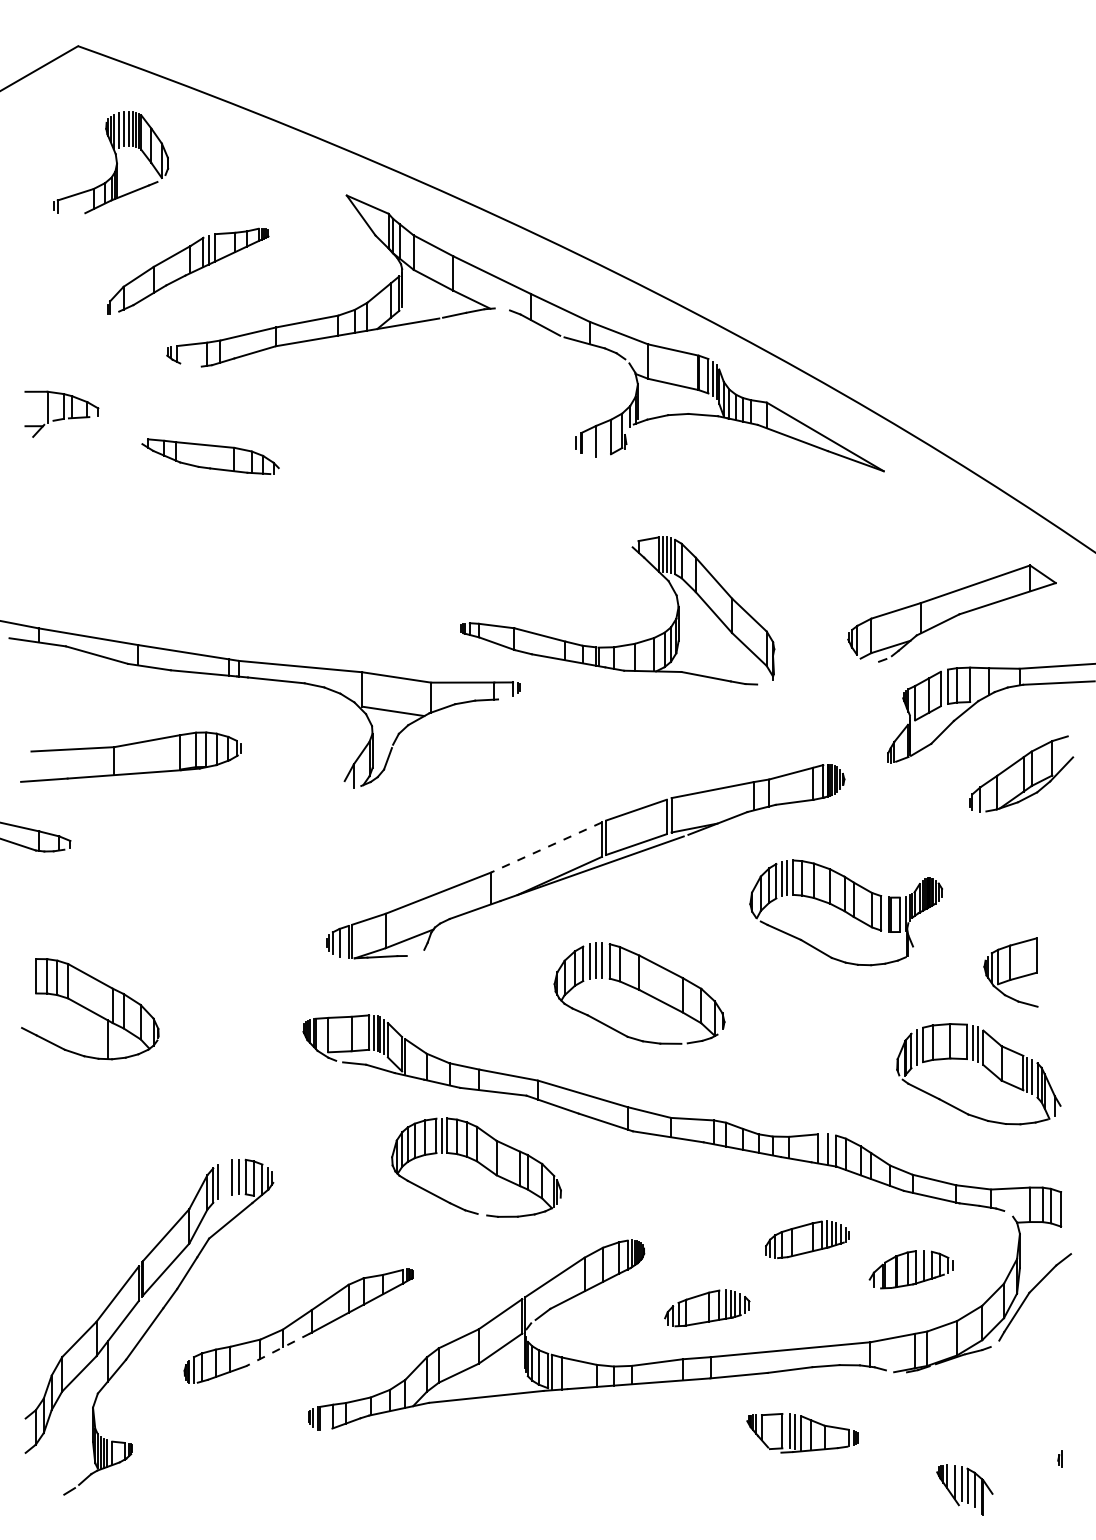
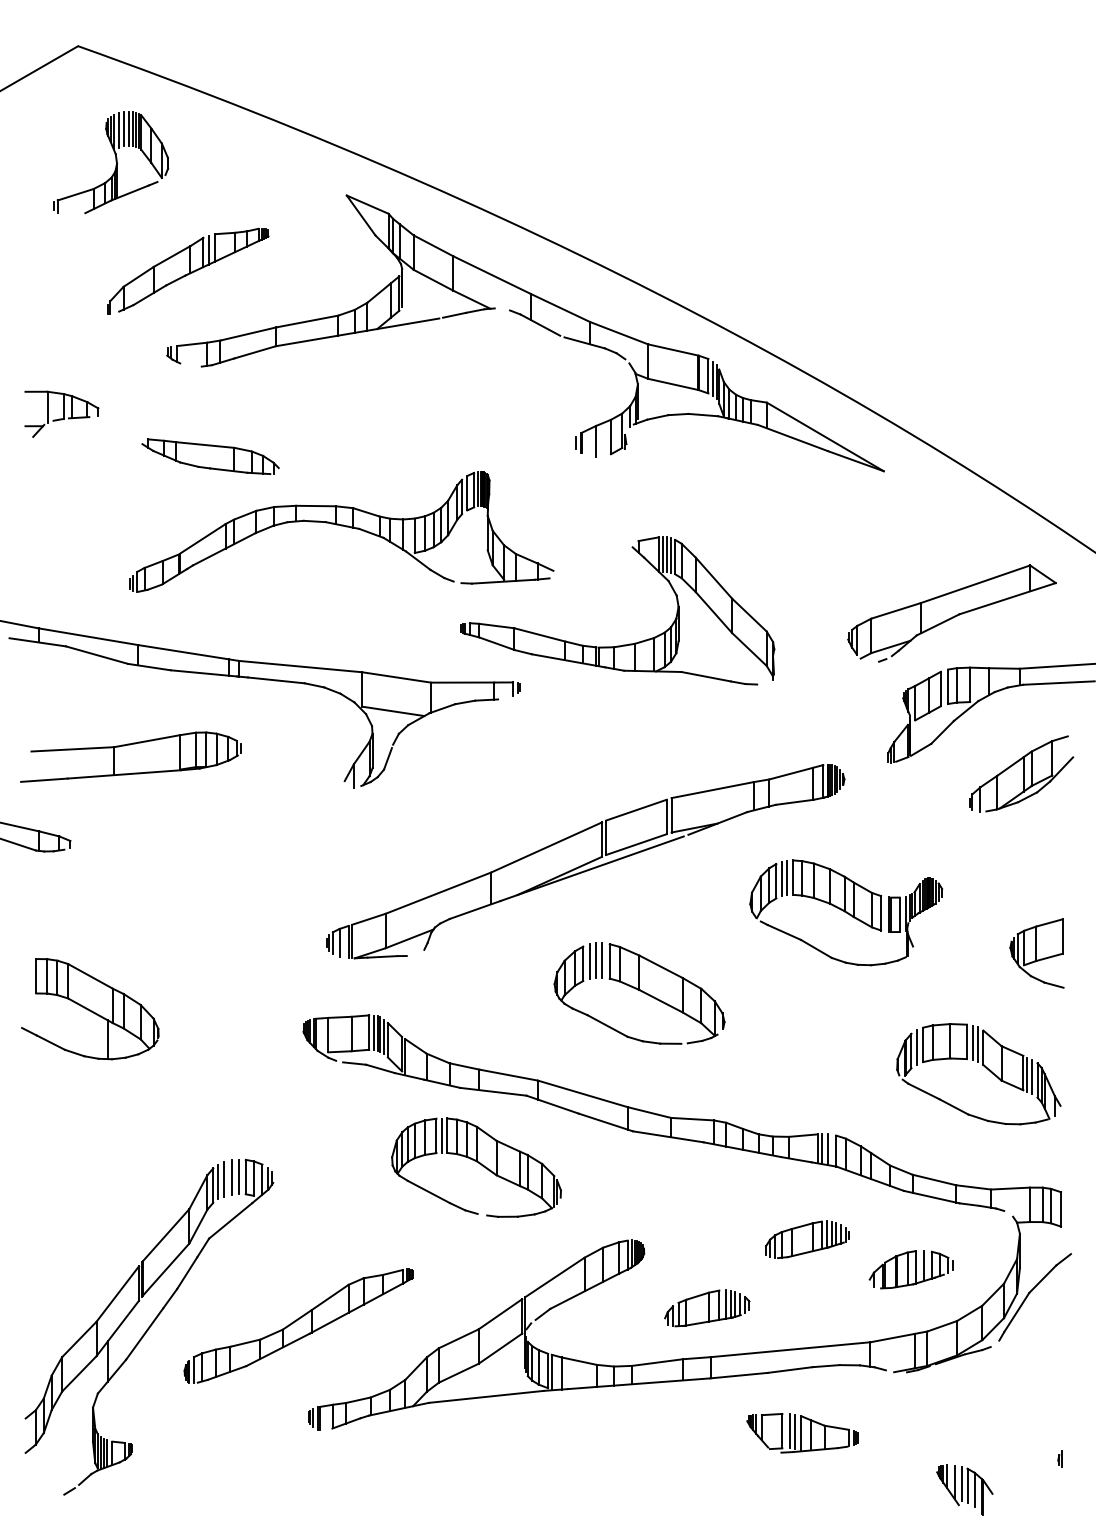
part at (341, 531): none -> present
line at (546, 847): dashed -> solid
part at (1010, 972) position: (1010, 972) -> (1036, 953)
line at (822, 1149): none -> present
line at (224, 1179): none -> present
line at (278, 1349): dashed -> solid
